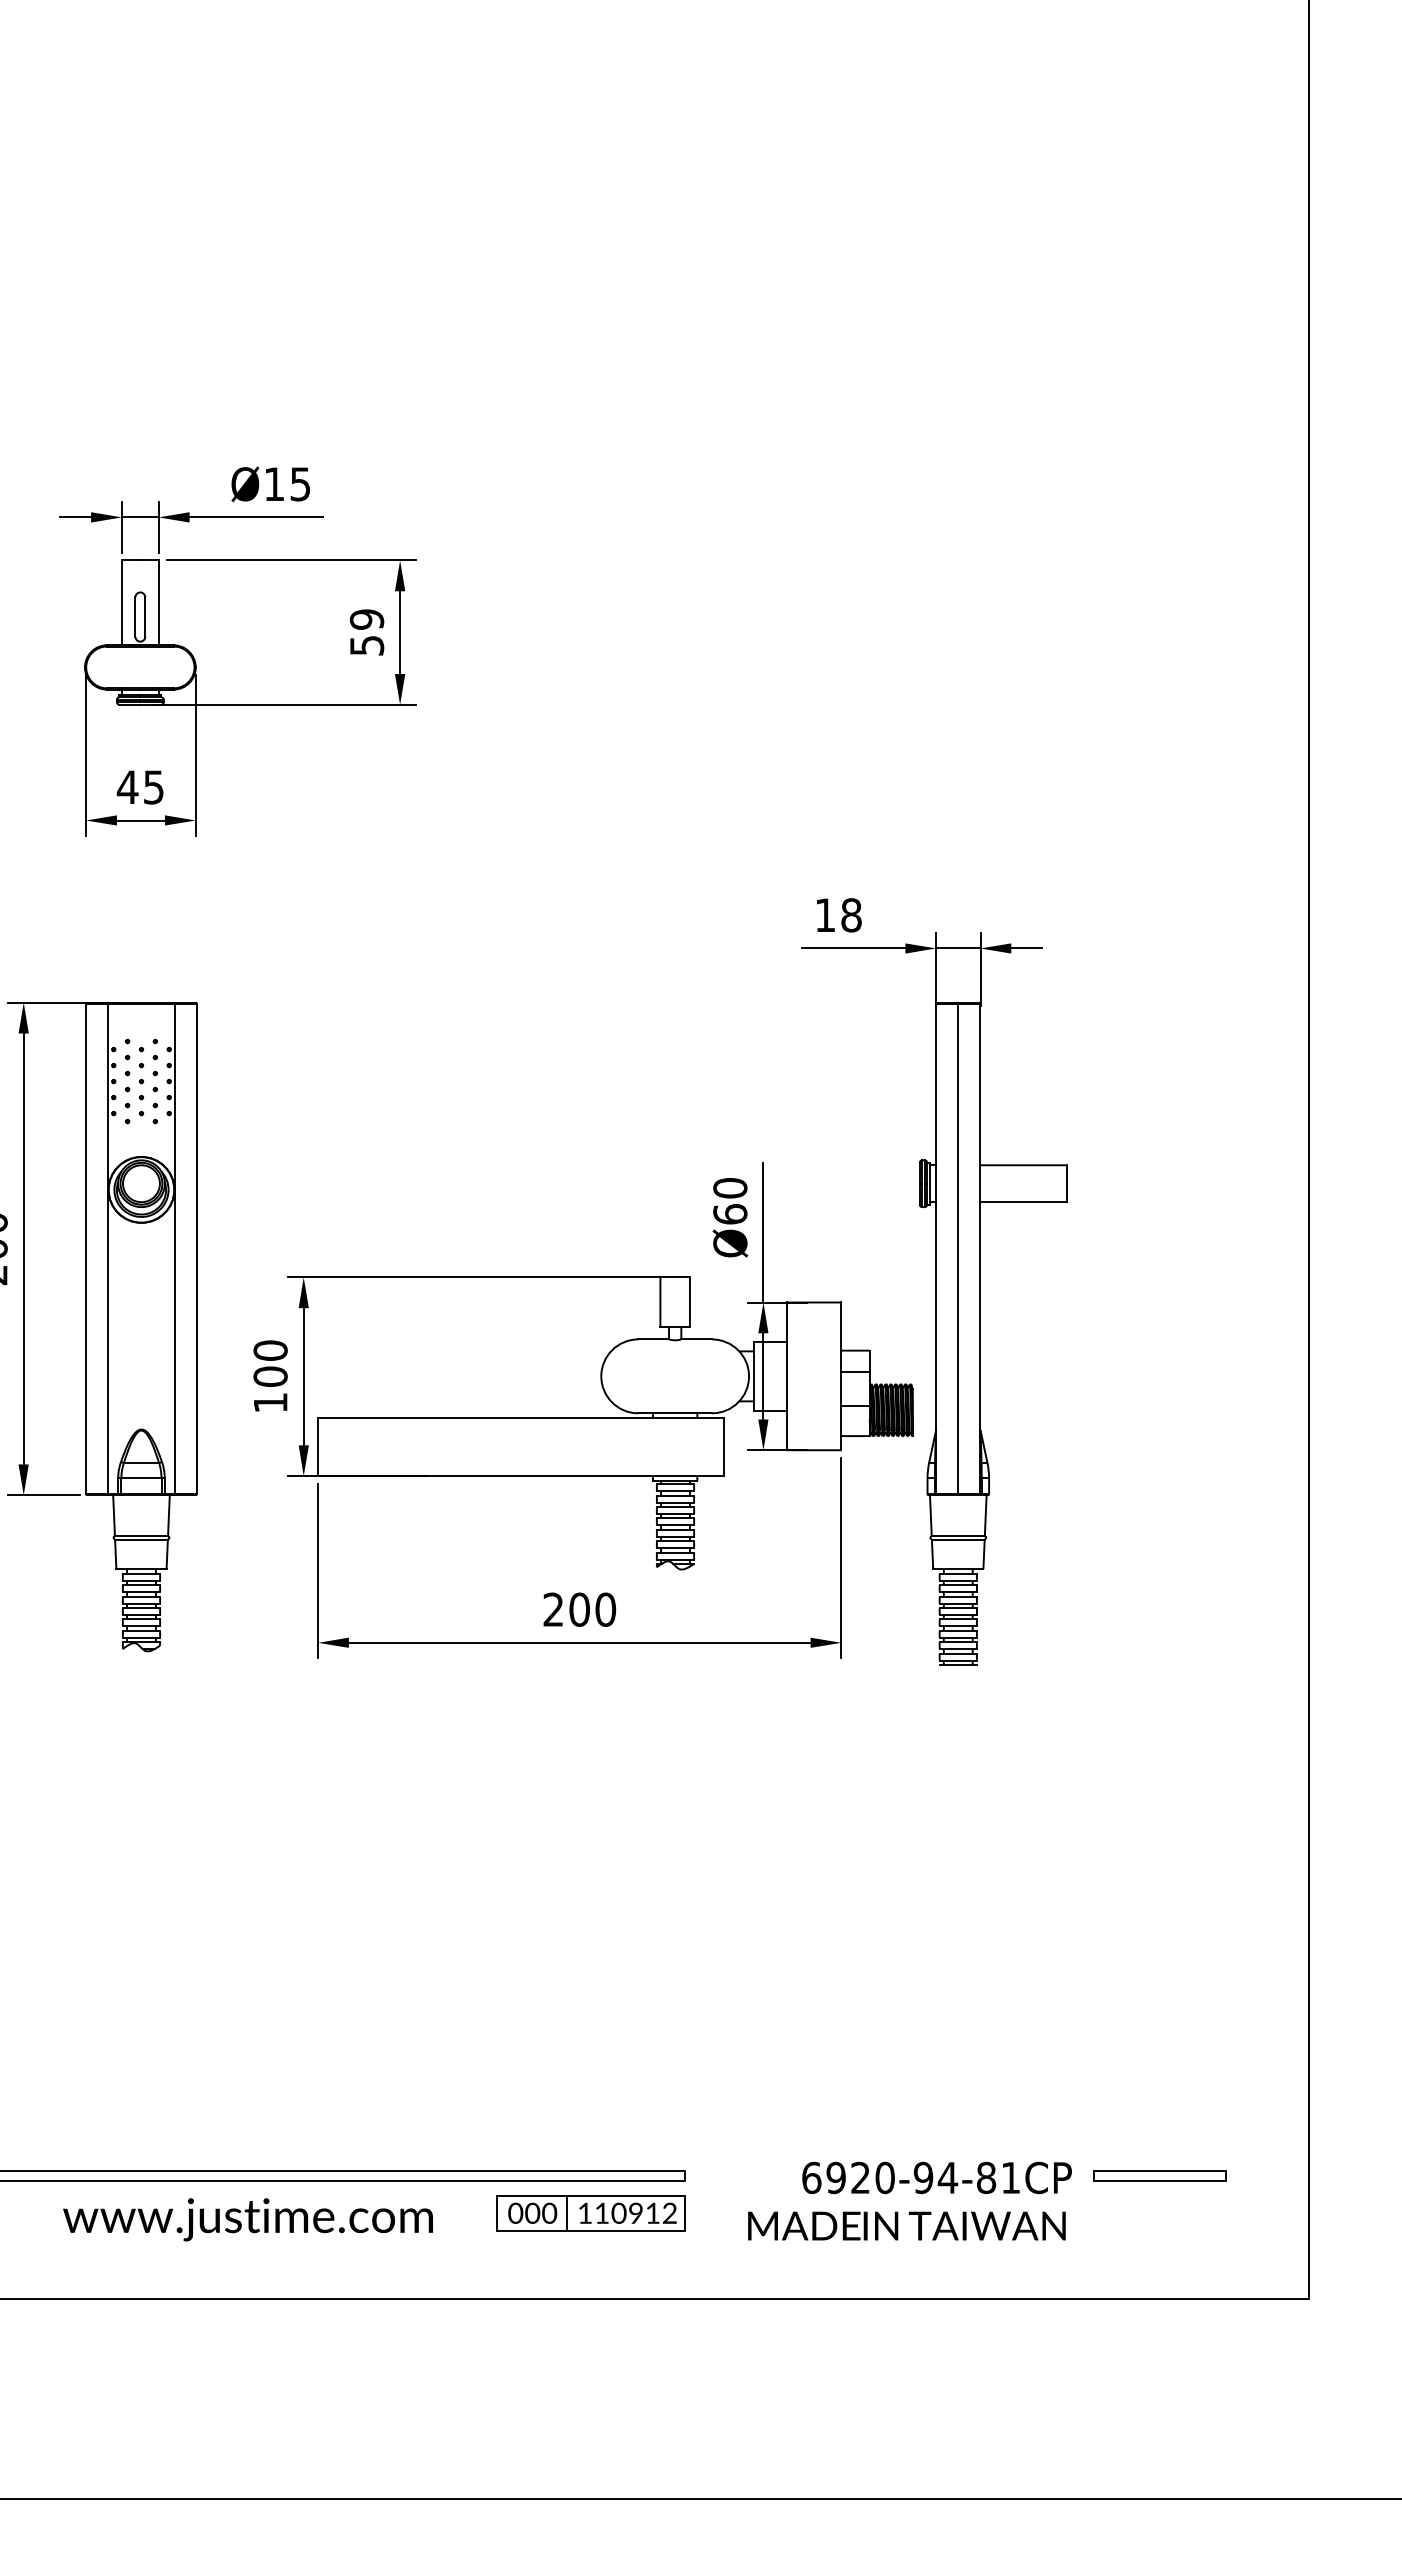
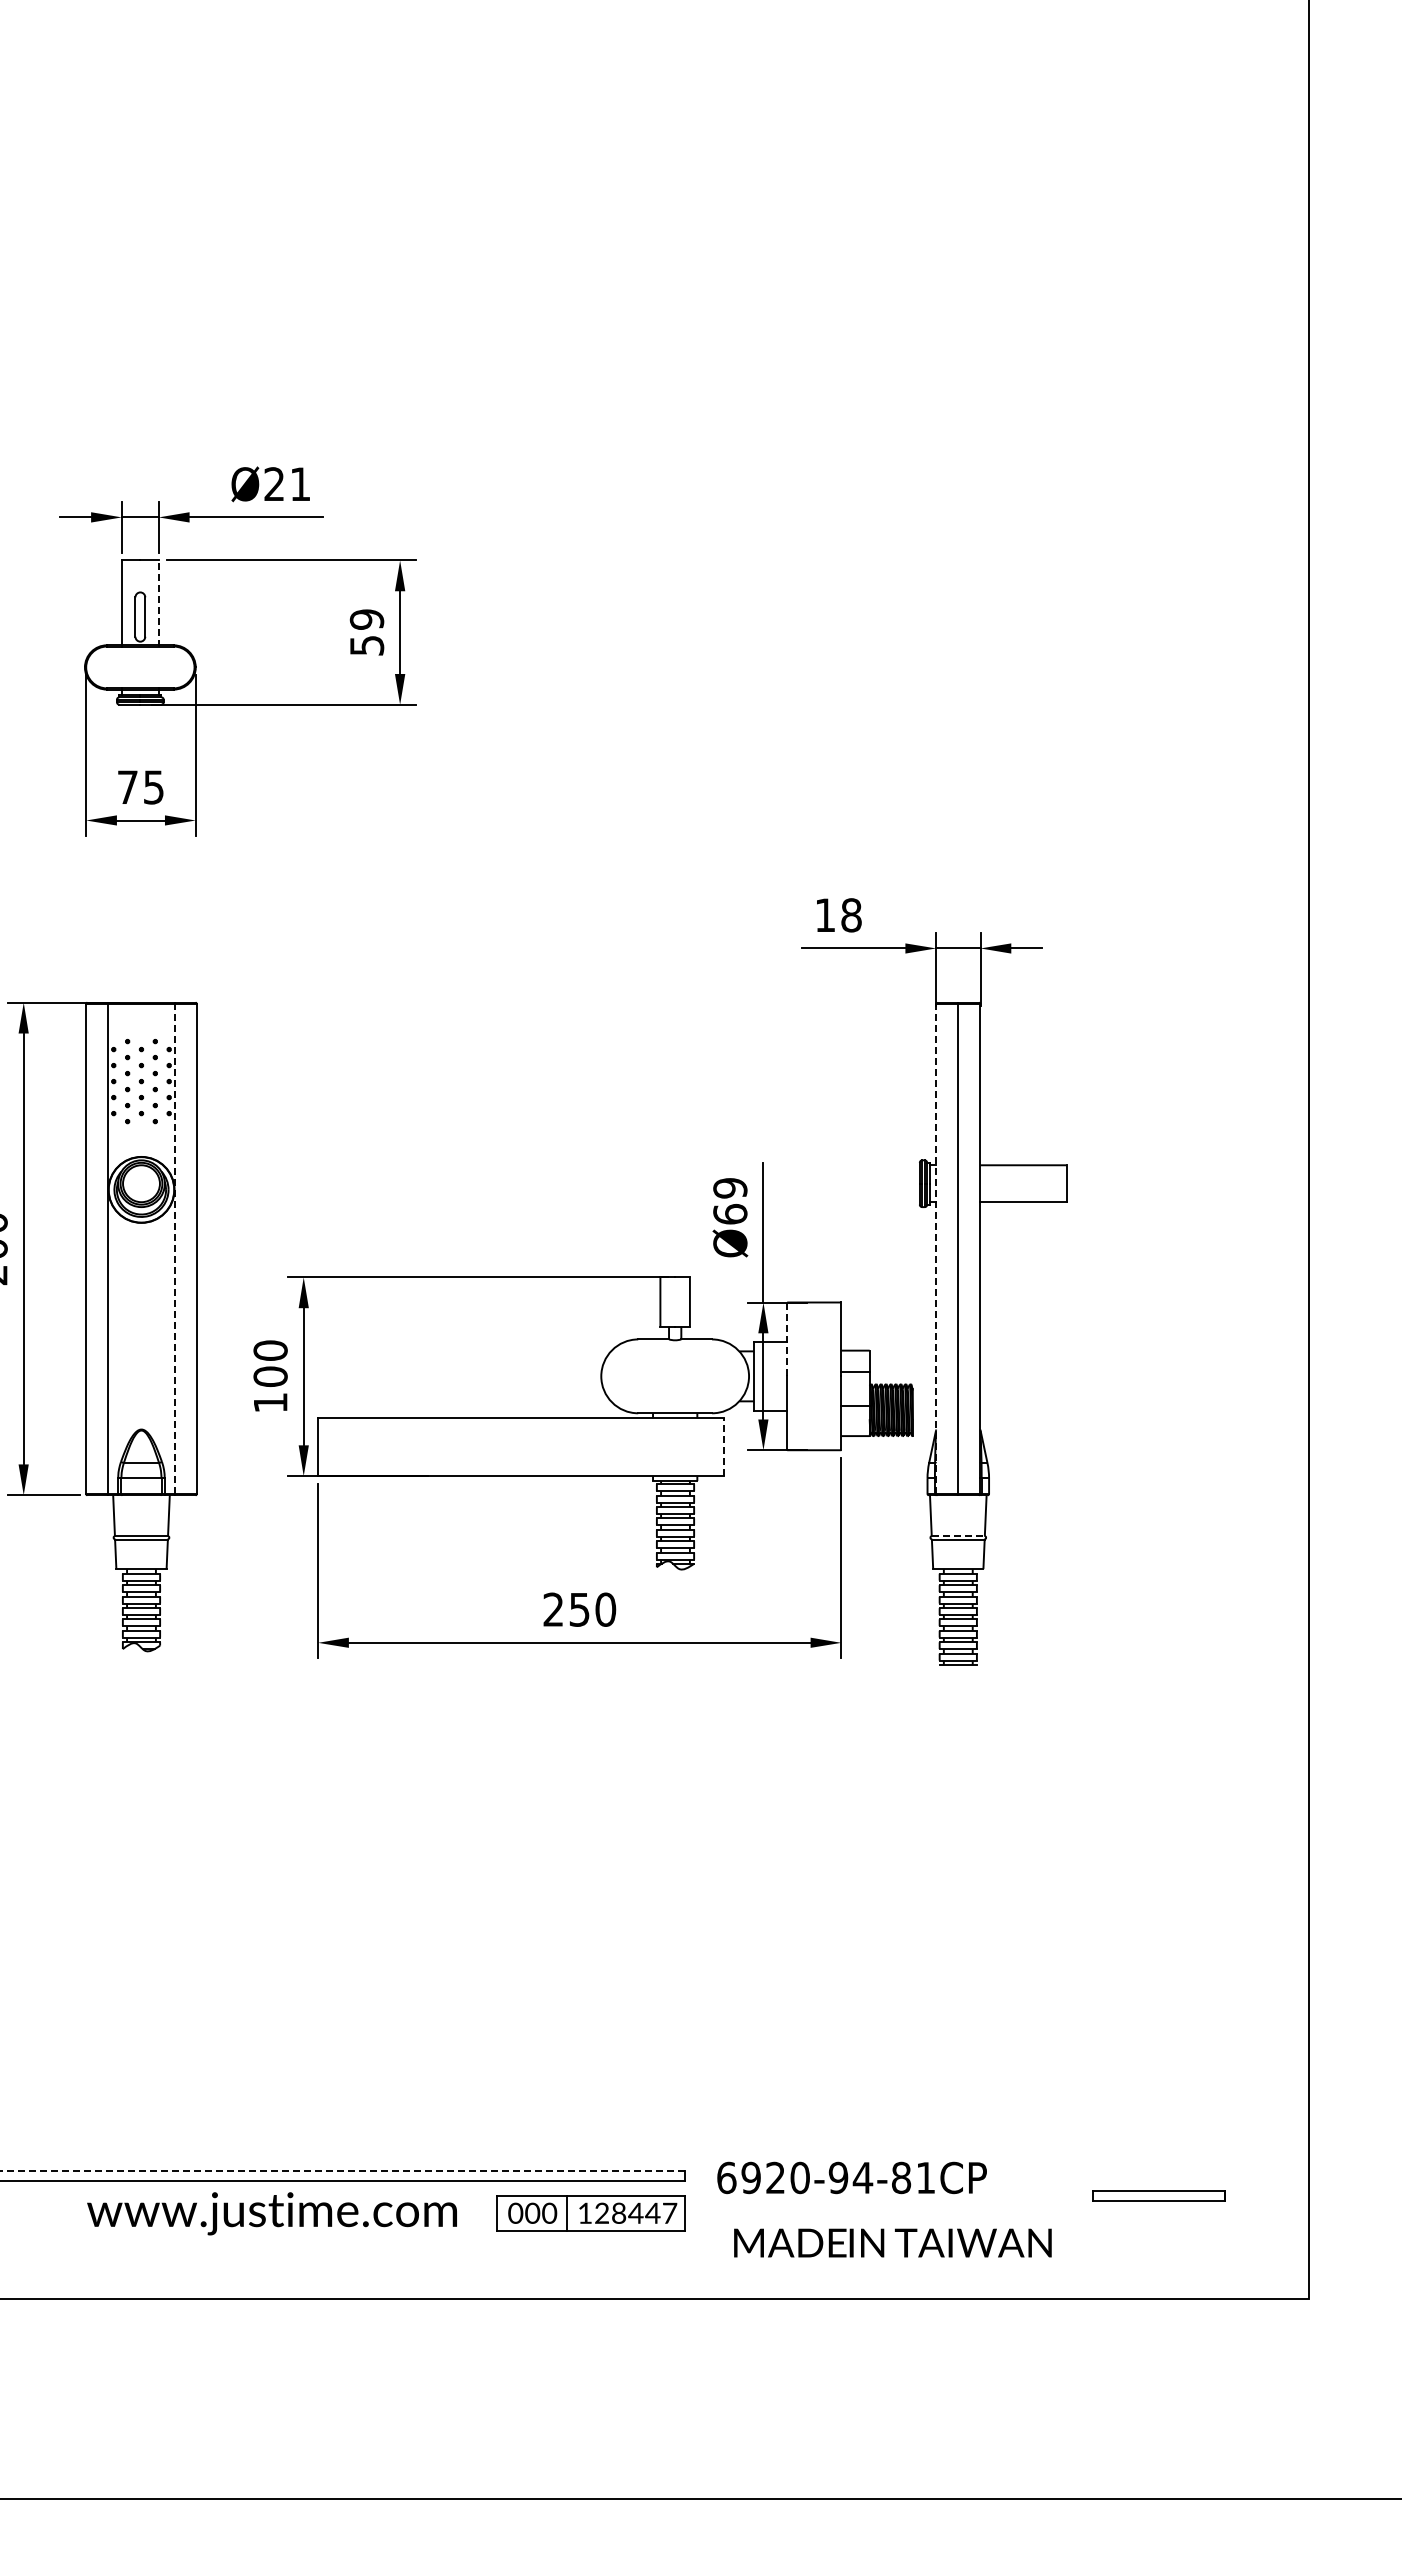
text at (287, 484): Ø15 -> Ø21
line at (158, 602): solid -> dashed
text at (127, 786): 45 -> 75
text at (730, 1188): Ø60 -> Ø69
line at (174, 1248): solid -> dashed
line at (936, 1248): solid -> dashed
line at (787, 1339): solid -> dashed
line at (724, 1447): solid -> dashed
line at (958, 1535): solid -> dashed
text at (579, 1609): 200 -> 250
line at (342, 2170): solid -> dashed
part at (1159, 2175) position: (1159, 2175) -> (1158, 2195)
text at (936, 2177) position: (936, 2177) -> (851, 2177)
text at (636, 2212): 110912 -> 128447
text at (247, 2219) position: (247, 2219) -> (271, 2213)
text at (906, 2225) position: (906, 2225) -> (892, 2242)
